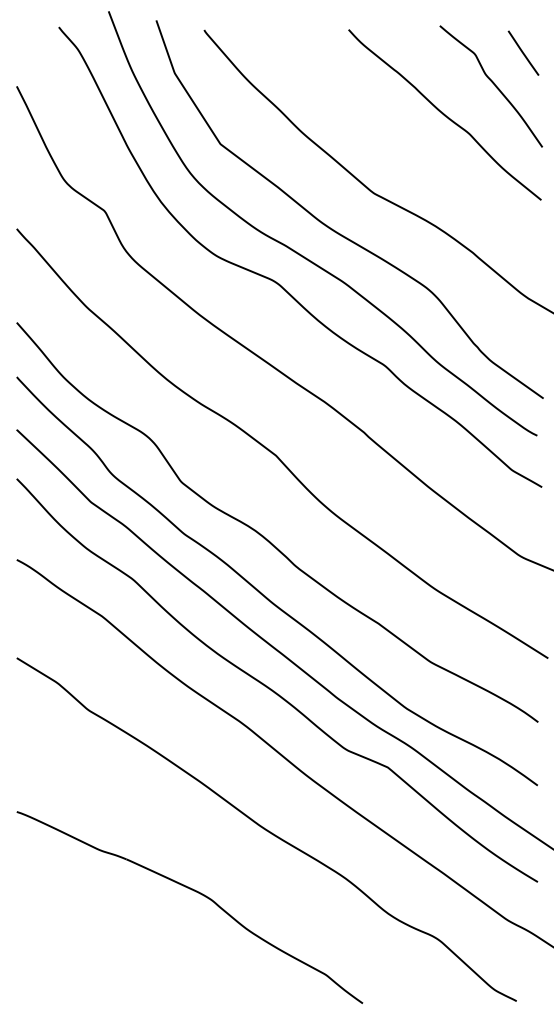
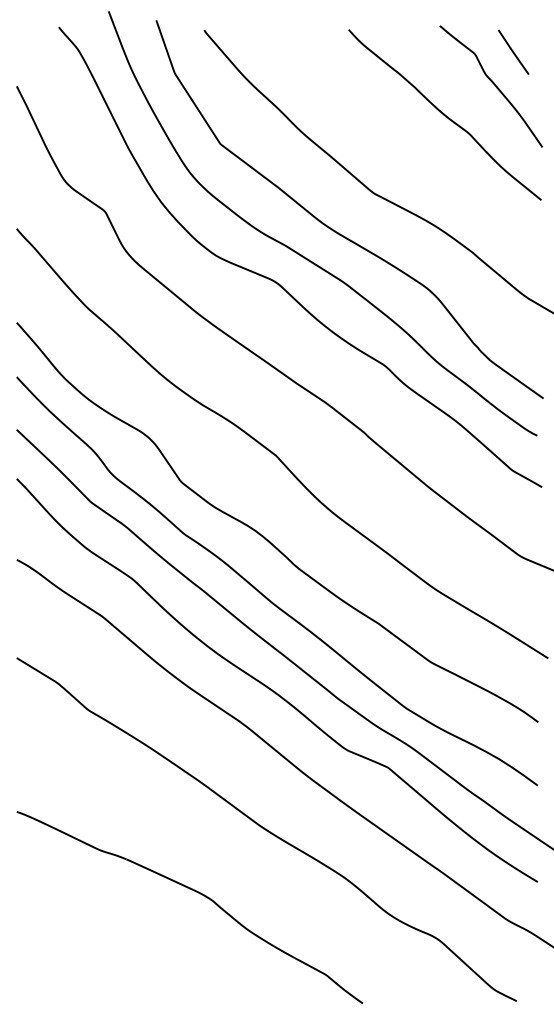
line at (523, 52) position: (523, 52) -> (513, 51)
